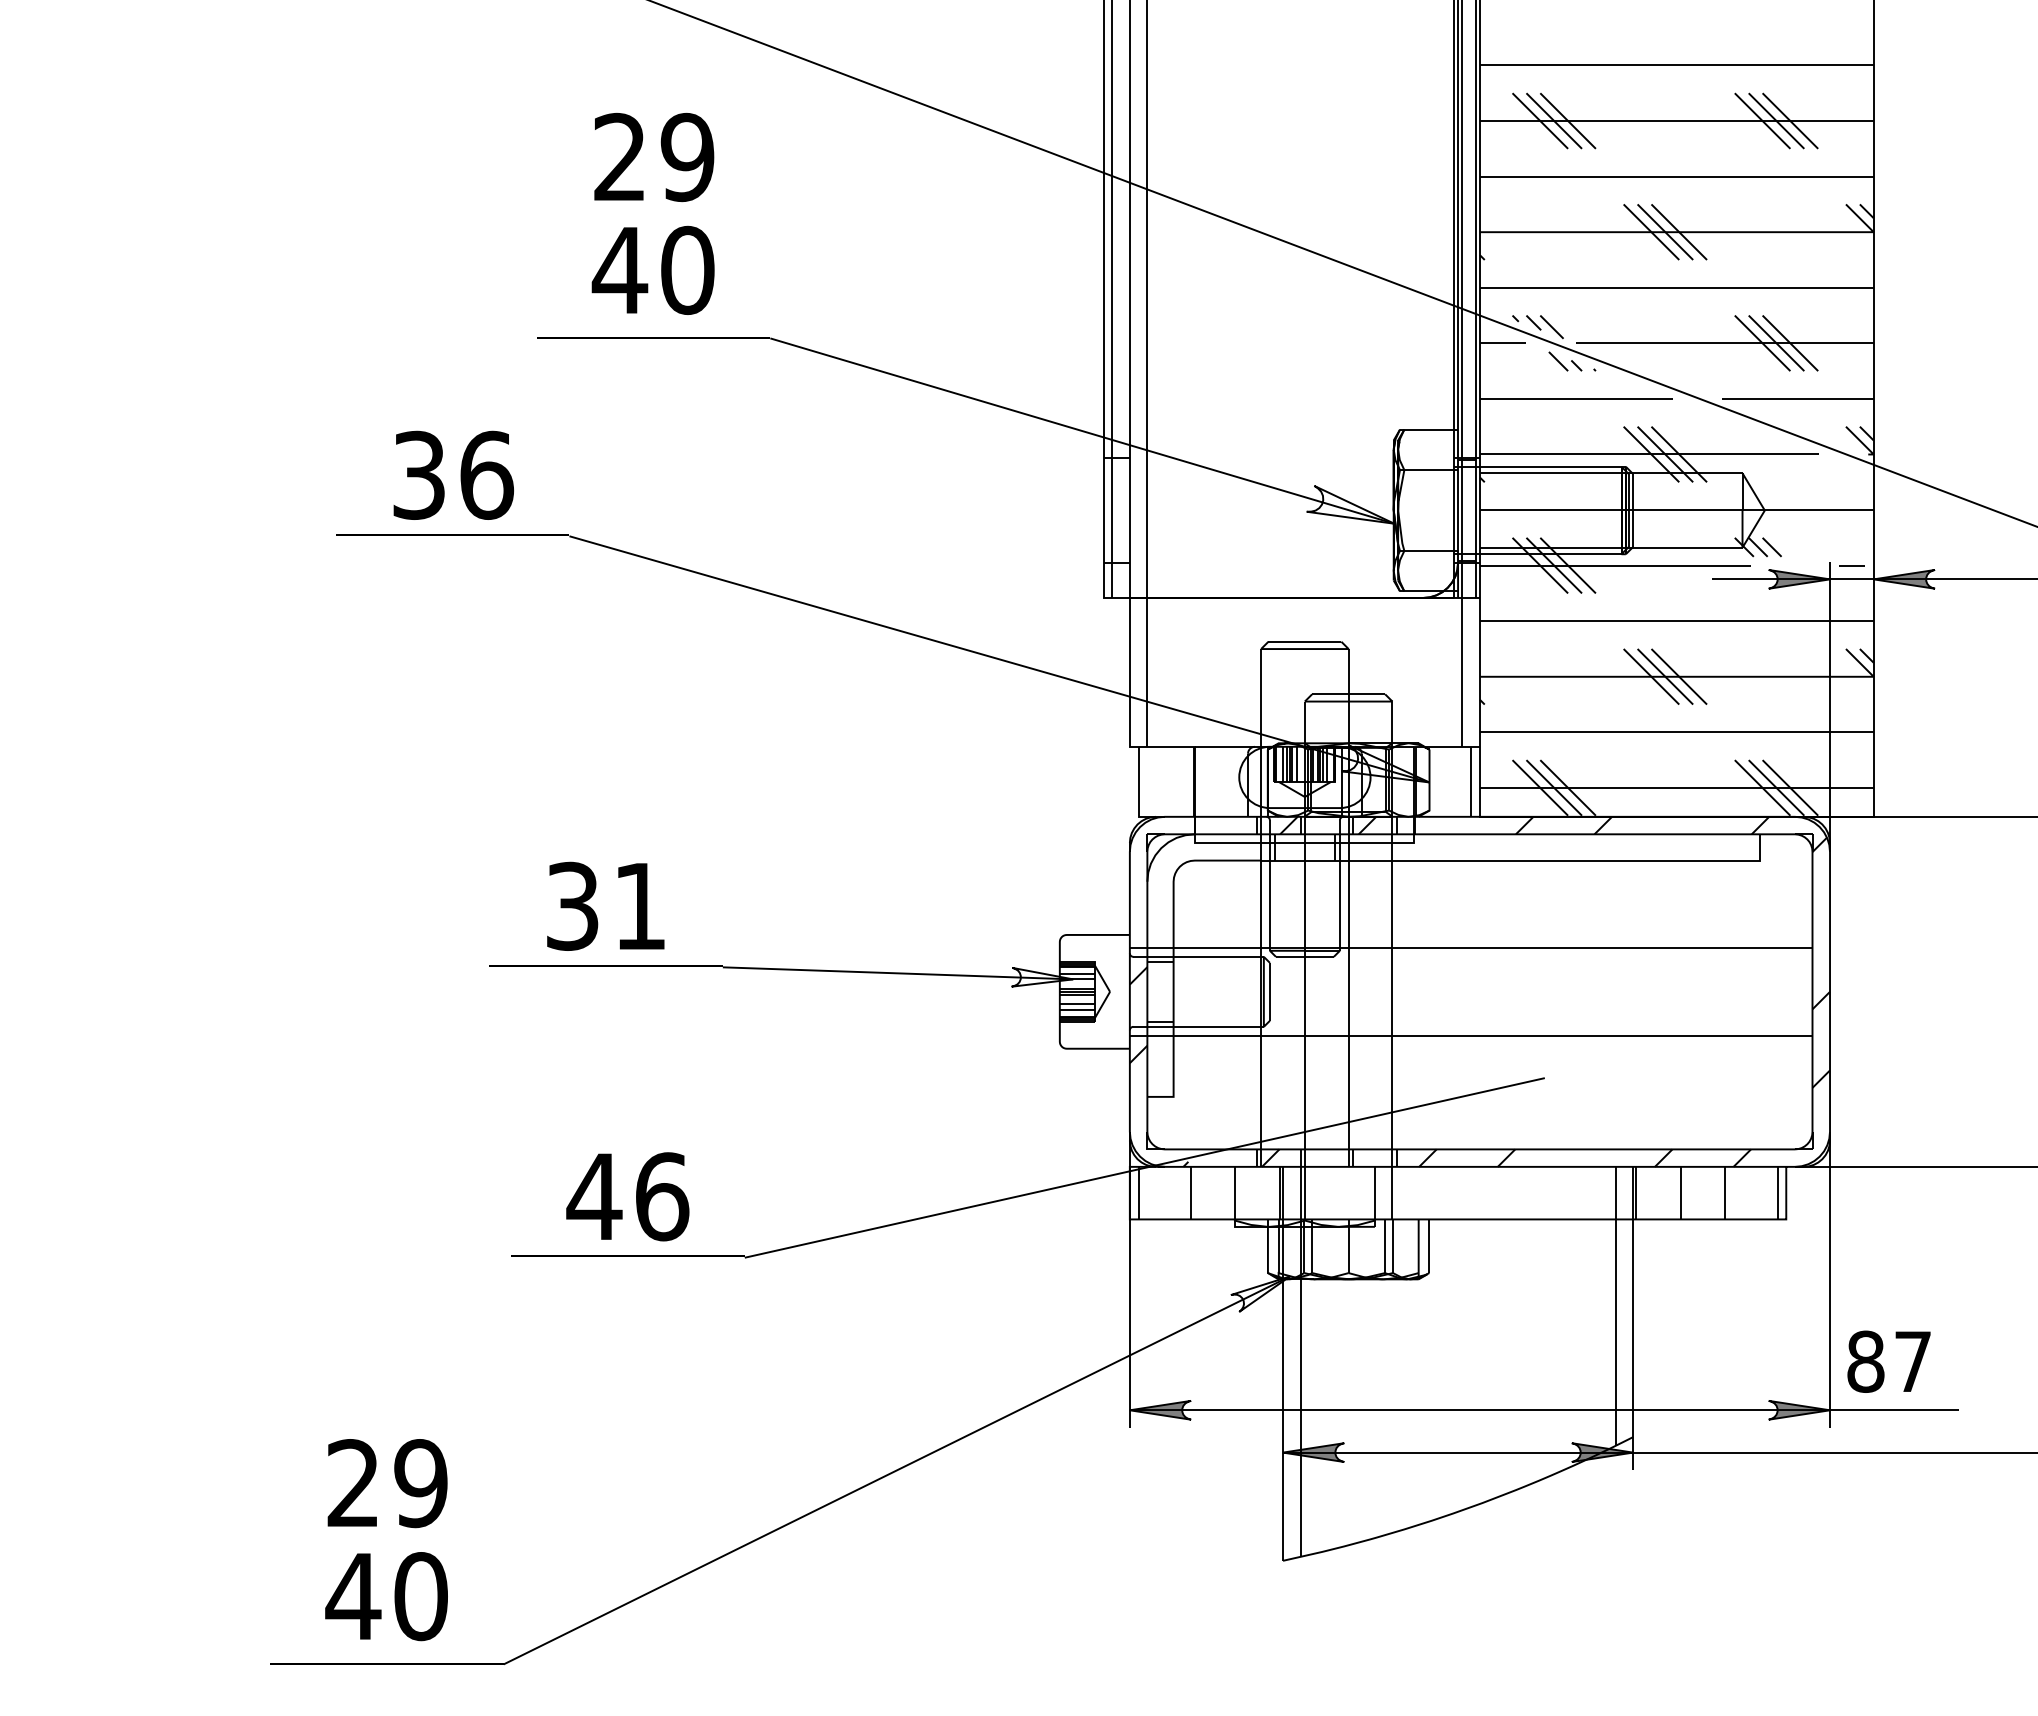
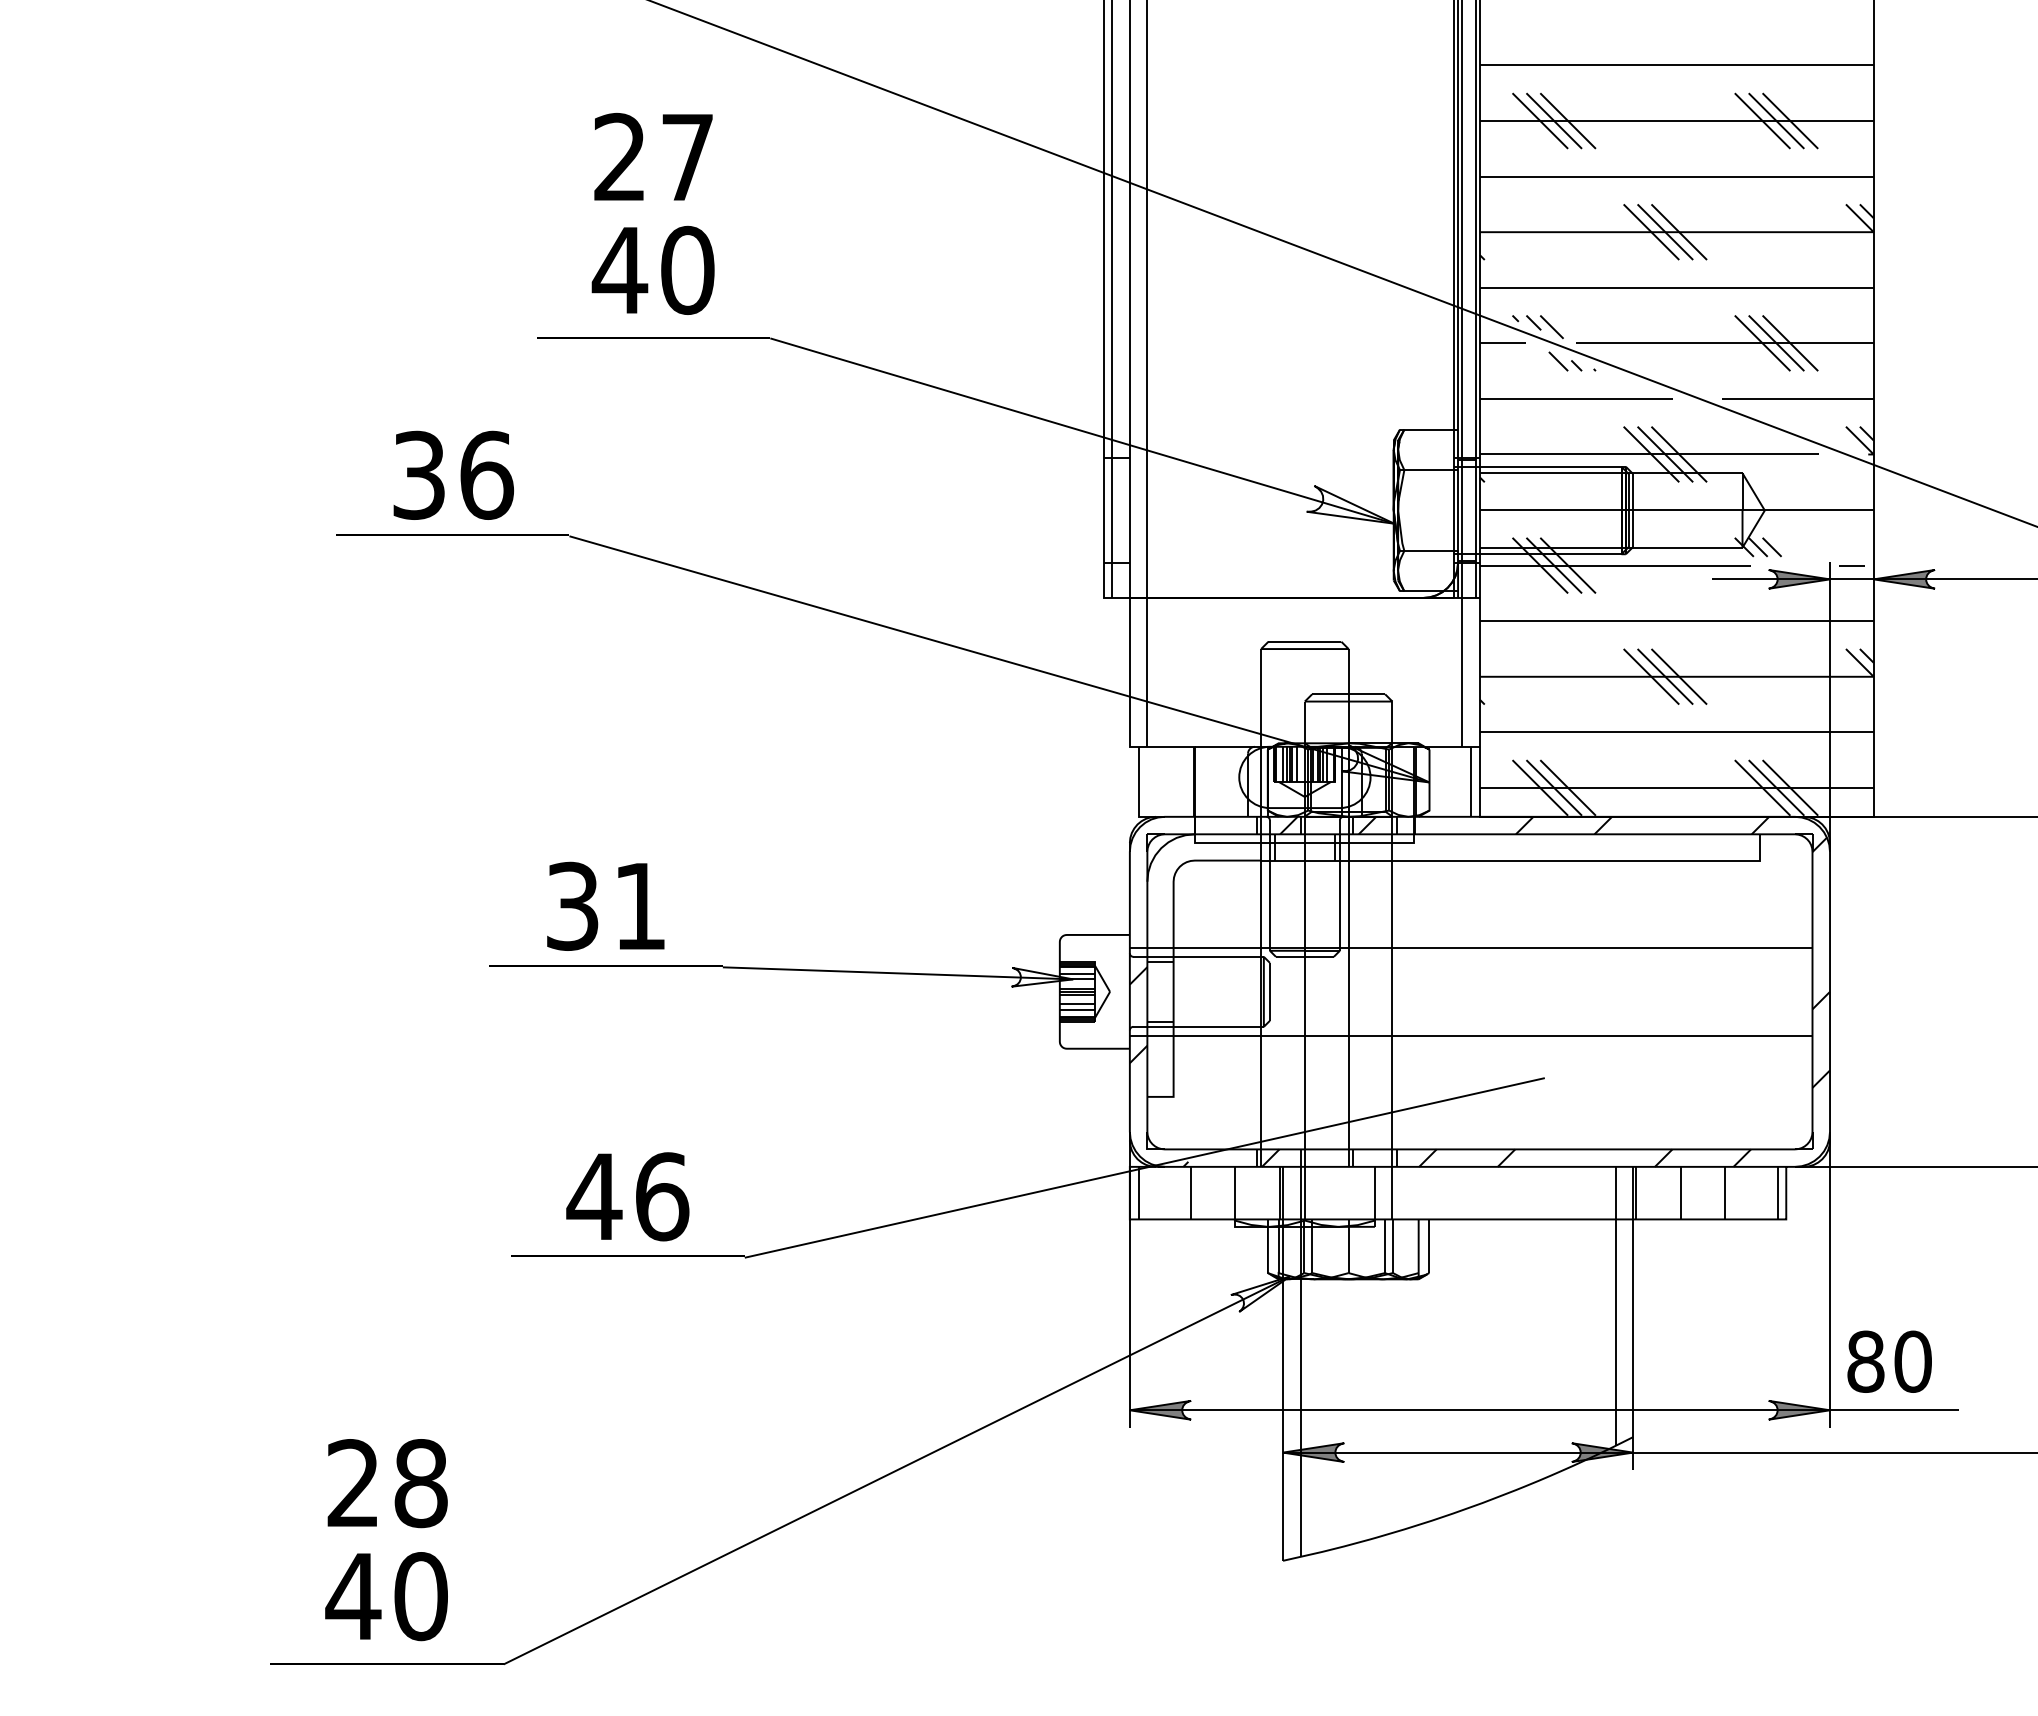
text at (687, 157): 29 -> 27
text at (1912, 1361): 87 -> 80
text at (420, 1483): 29 -> 28
